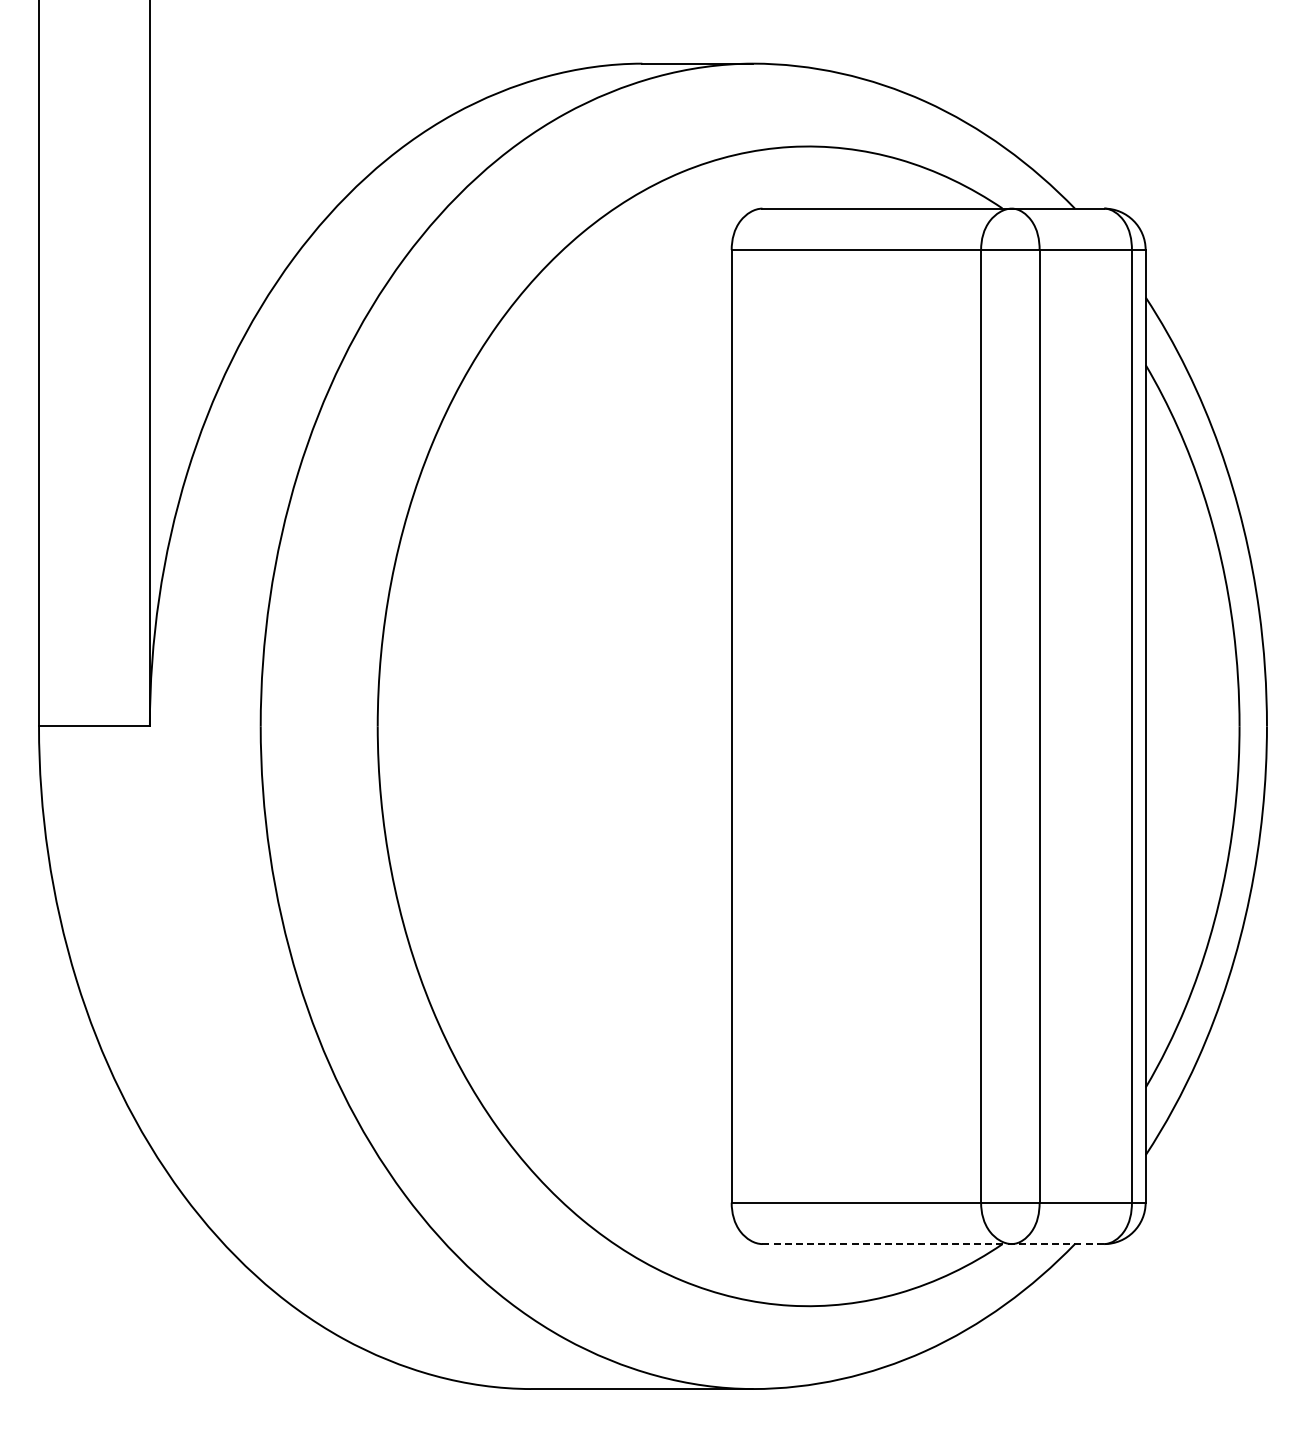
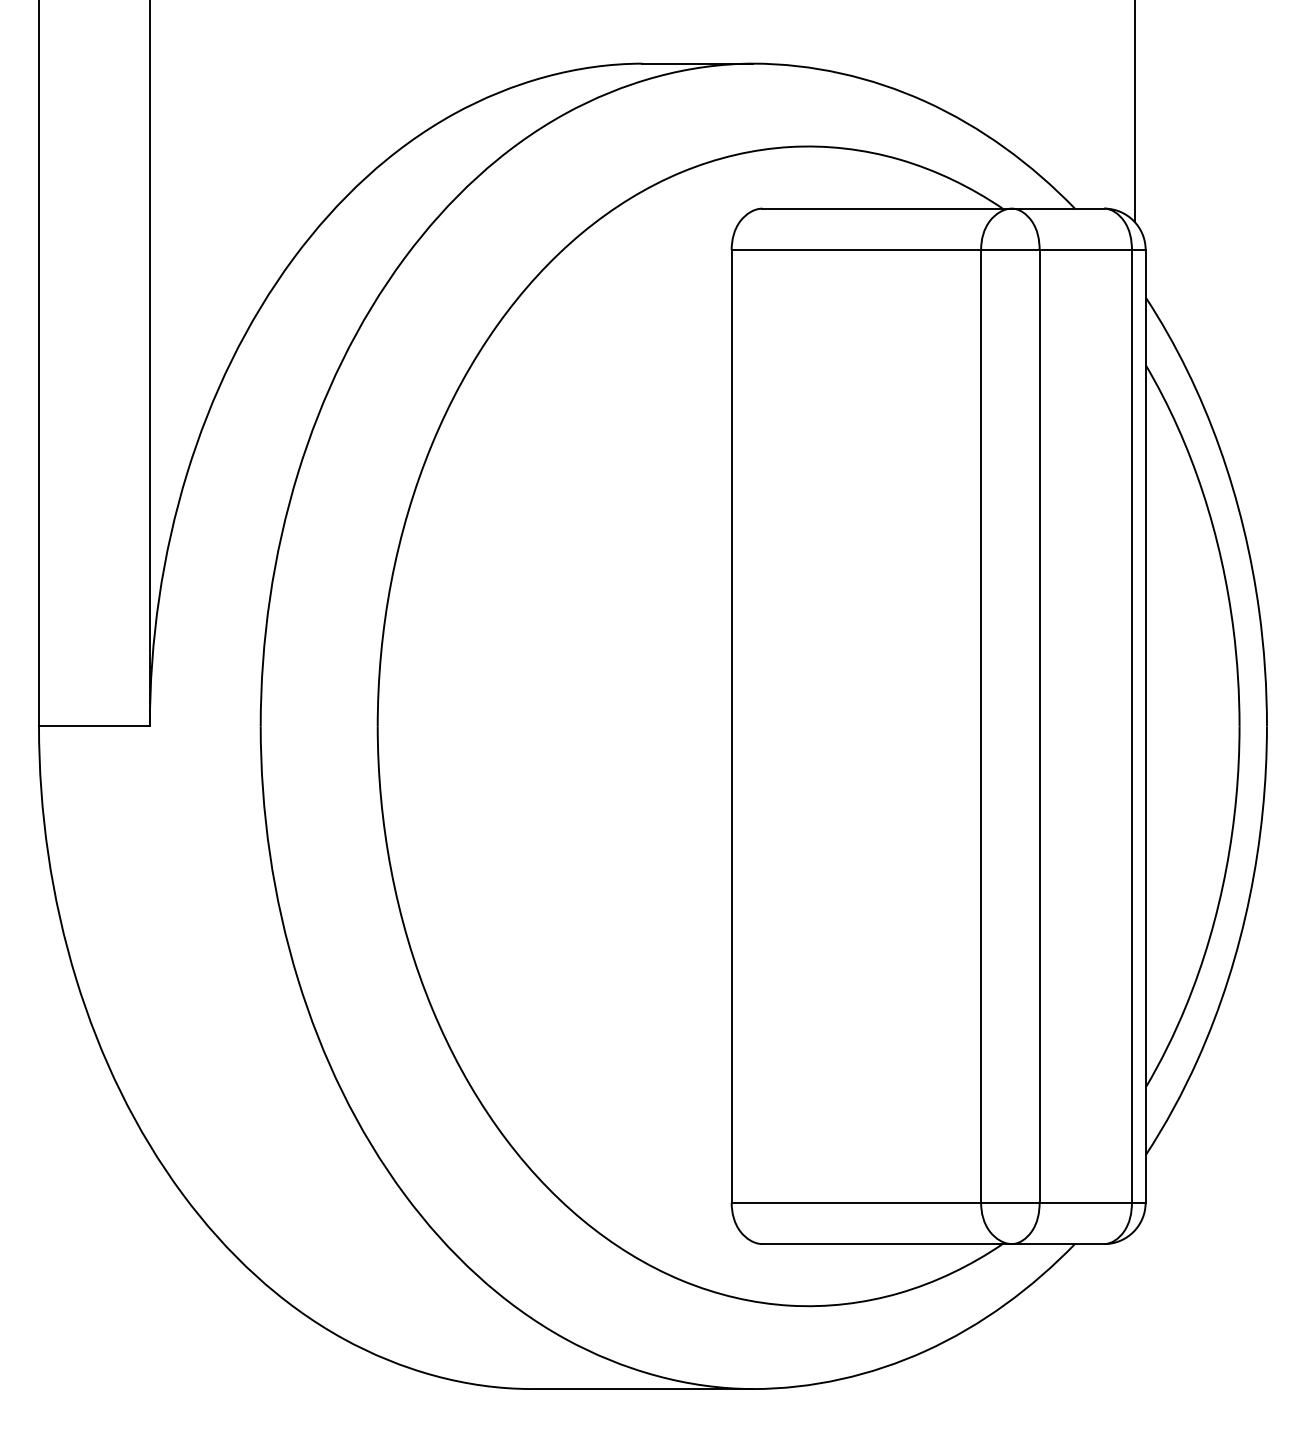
line at (1134, 112): none -> present
line at (933, 1244): dashed -> solid
